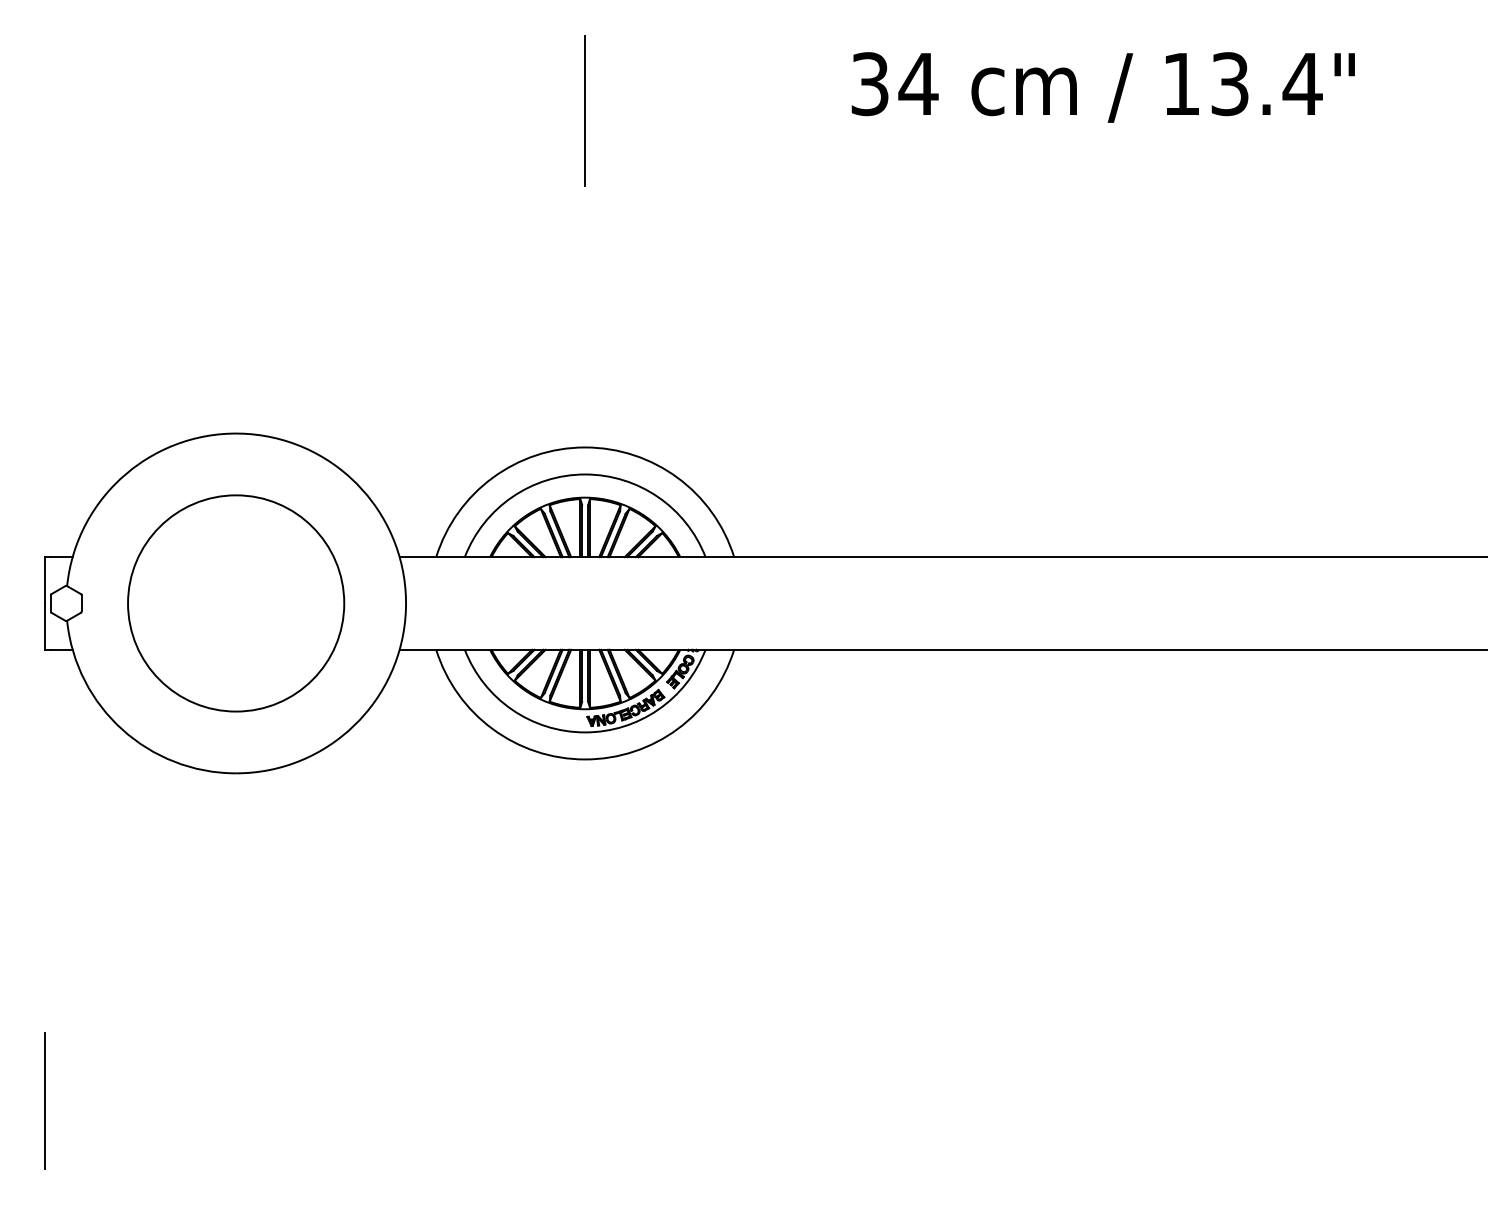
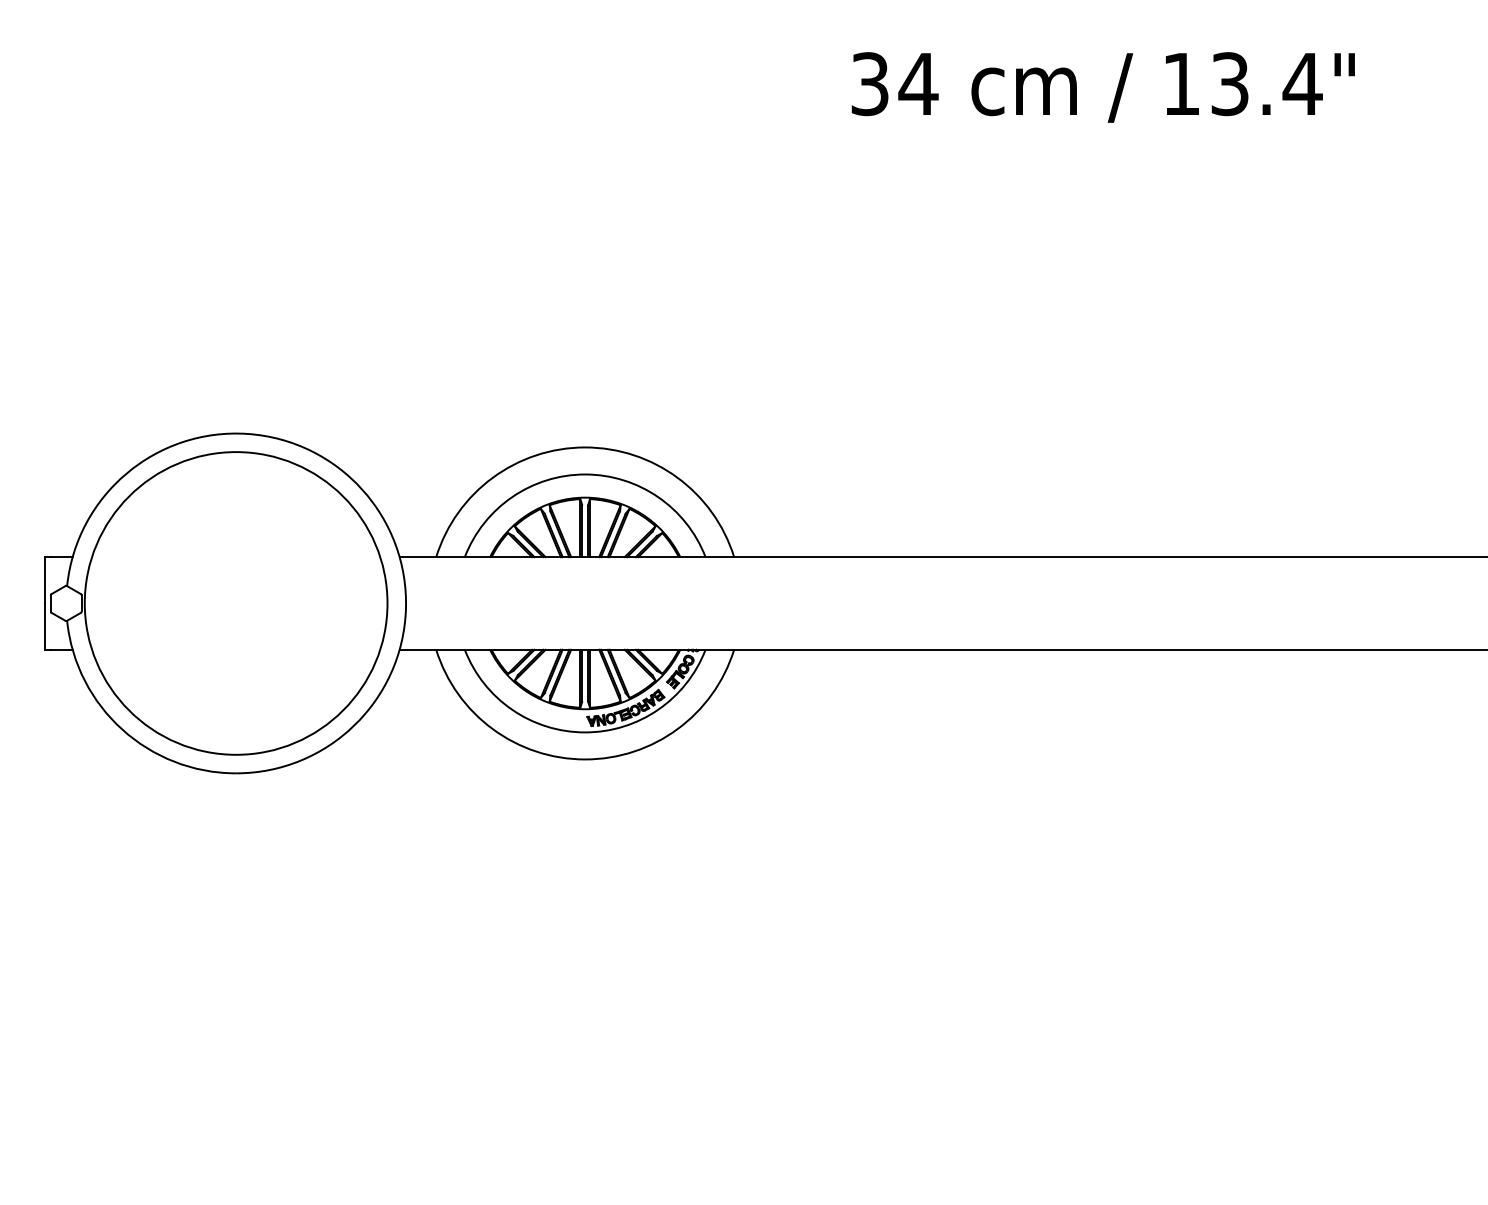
line at (585, 111): present -> none
circle at (236, 603) diameter: 216 px -> 303 px
line at (44, 1100): present -> none
